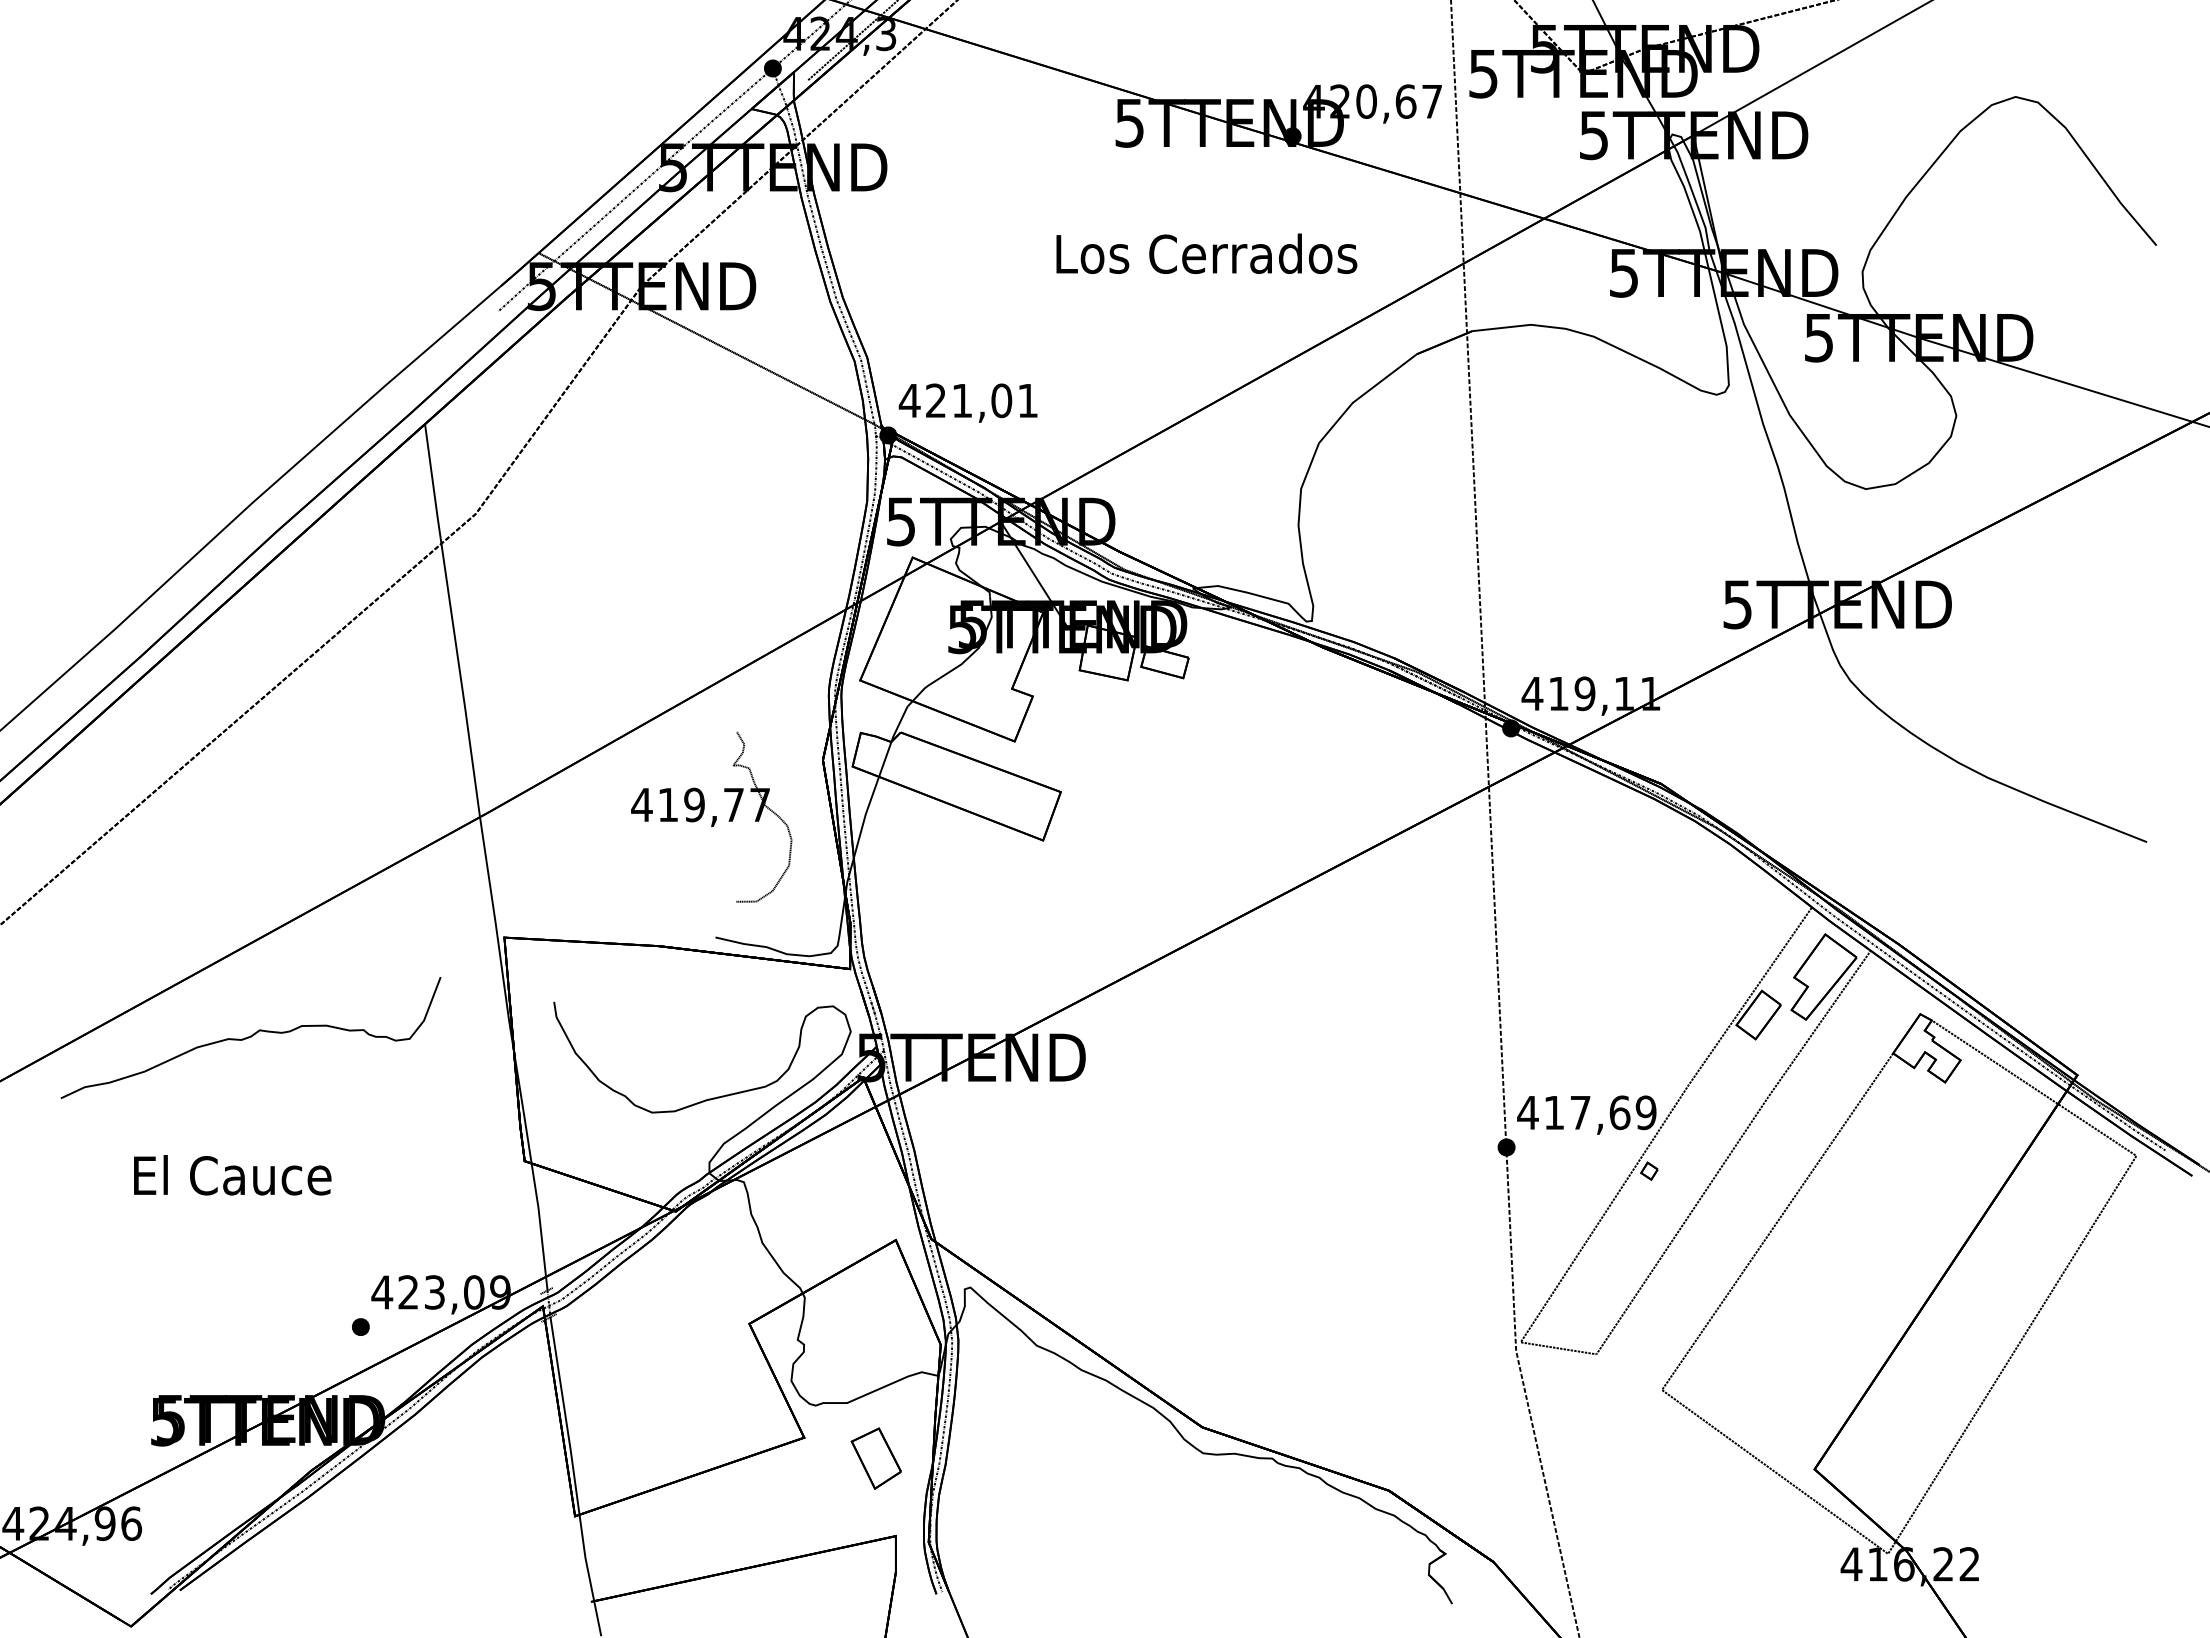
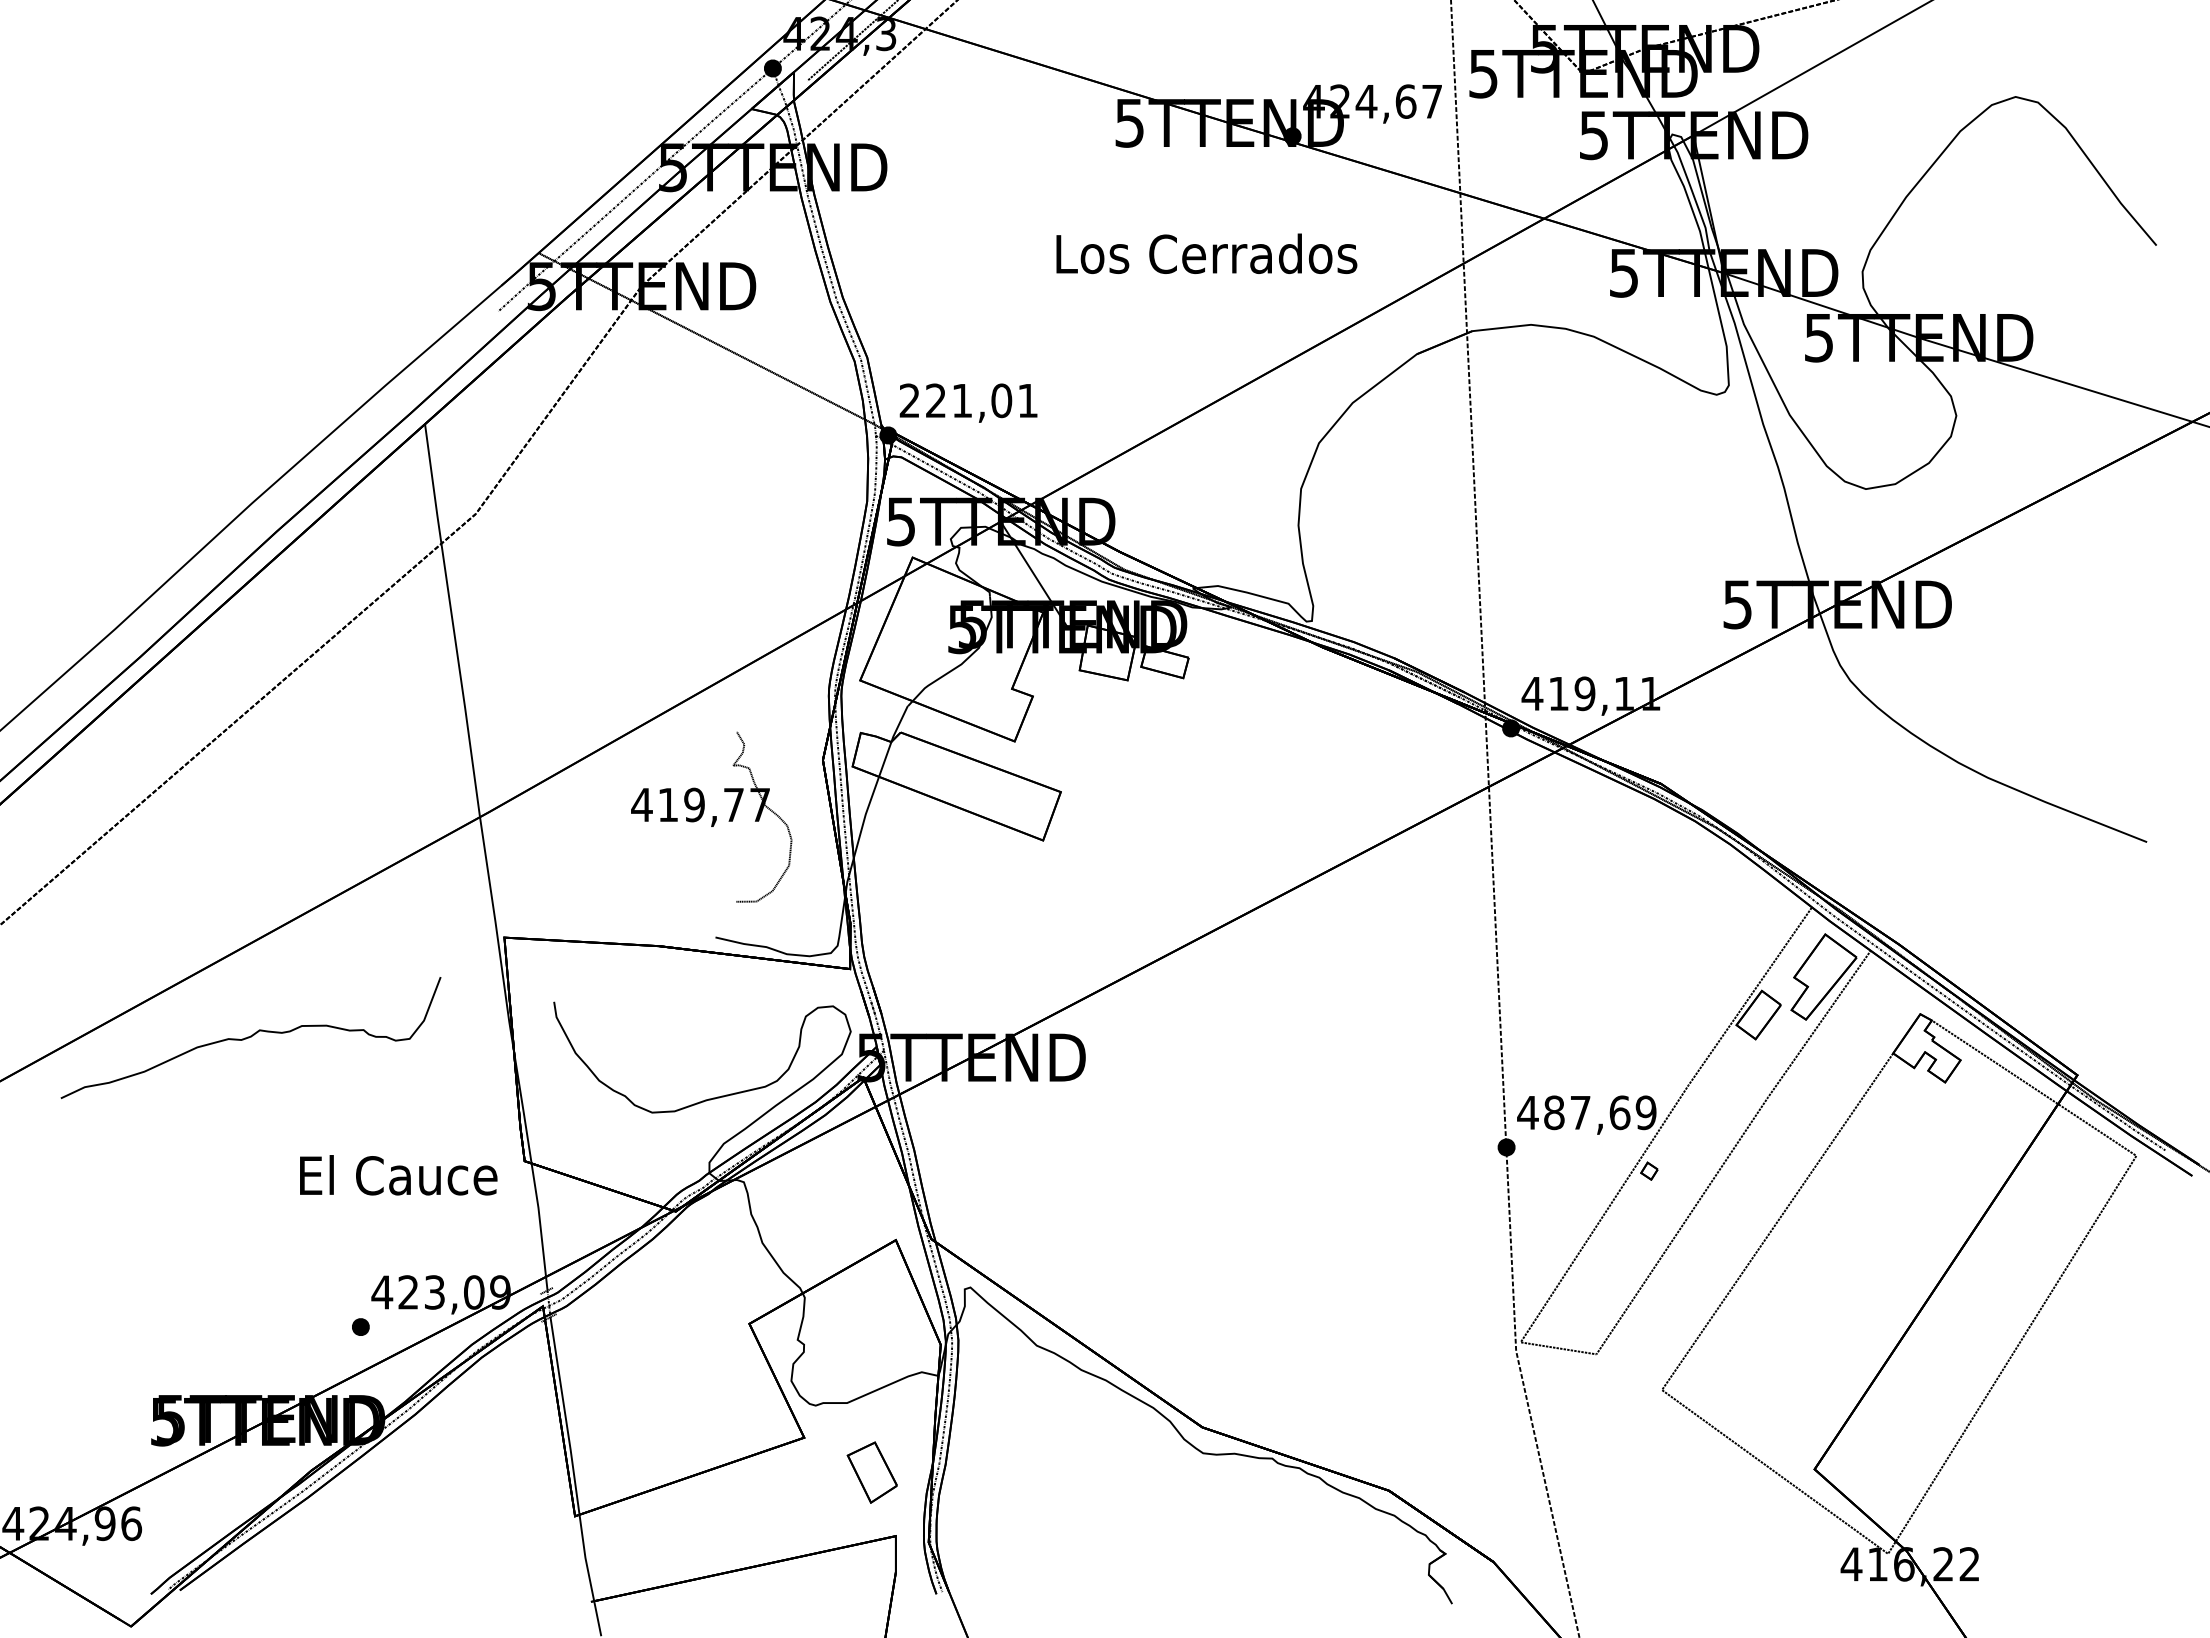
text at (1366, 101): 420,67 -> 424,67
text at (909, 400): 421,01 -> 221,01
text at (1554, 1112): 417,69 -> 487,69
text at (232, 1175) position: (232, 1175) -> (398, 1175)
part at (875, 1458) position: (875, 1458) -> (871, 1472)
